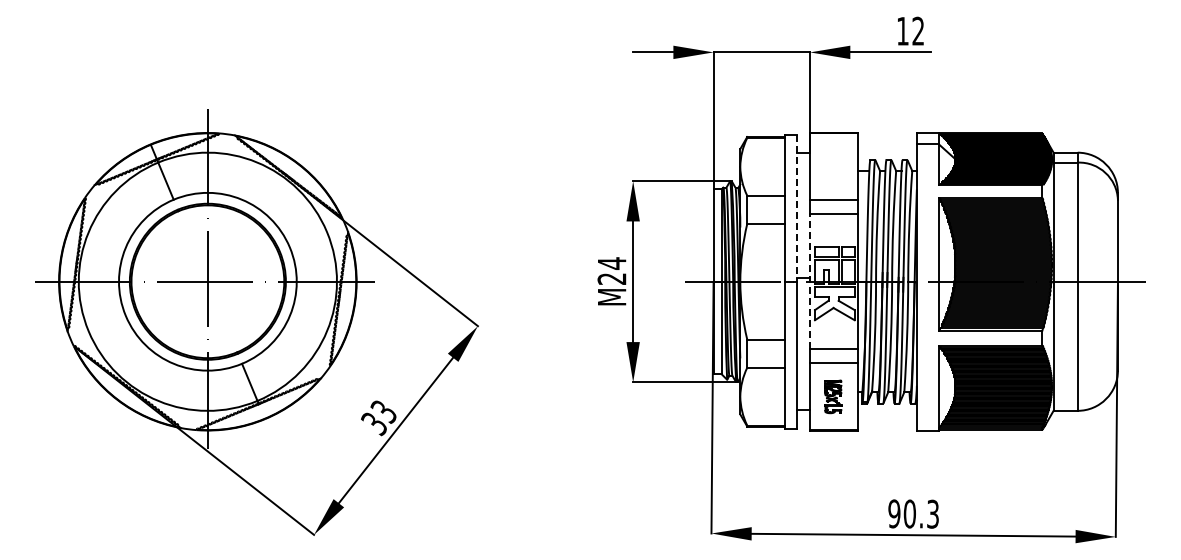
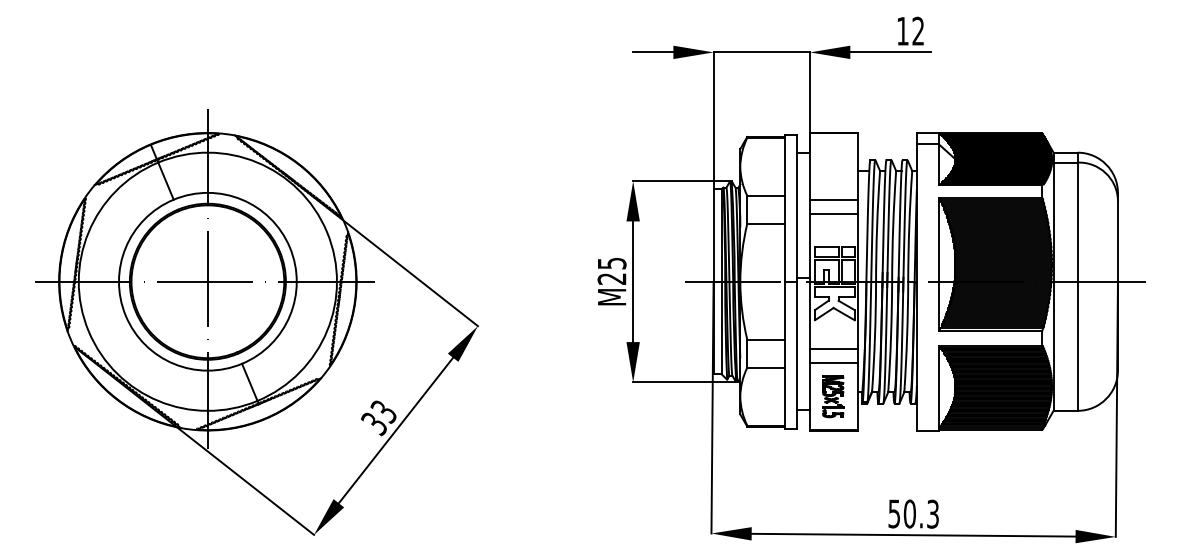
line at (796, 208): dashed -> solid
text at (612, 263): M24 -> M25
line at (810, 281): dashed -> solid
part at (833, 396) size: 19x36 px -> 23x44 px
text at (894, 513): 90.3 -> 50.3
